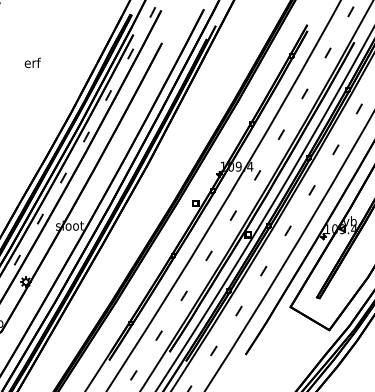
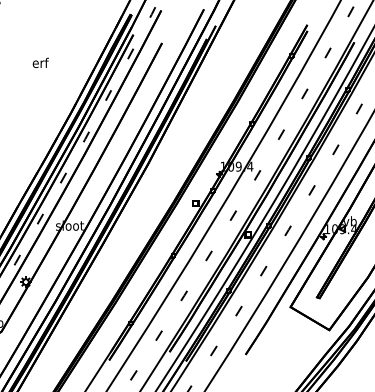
text at (32, 62) position: (32, 62) -> (40, 62)
